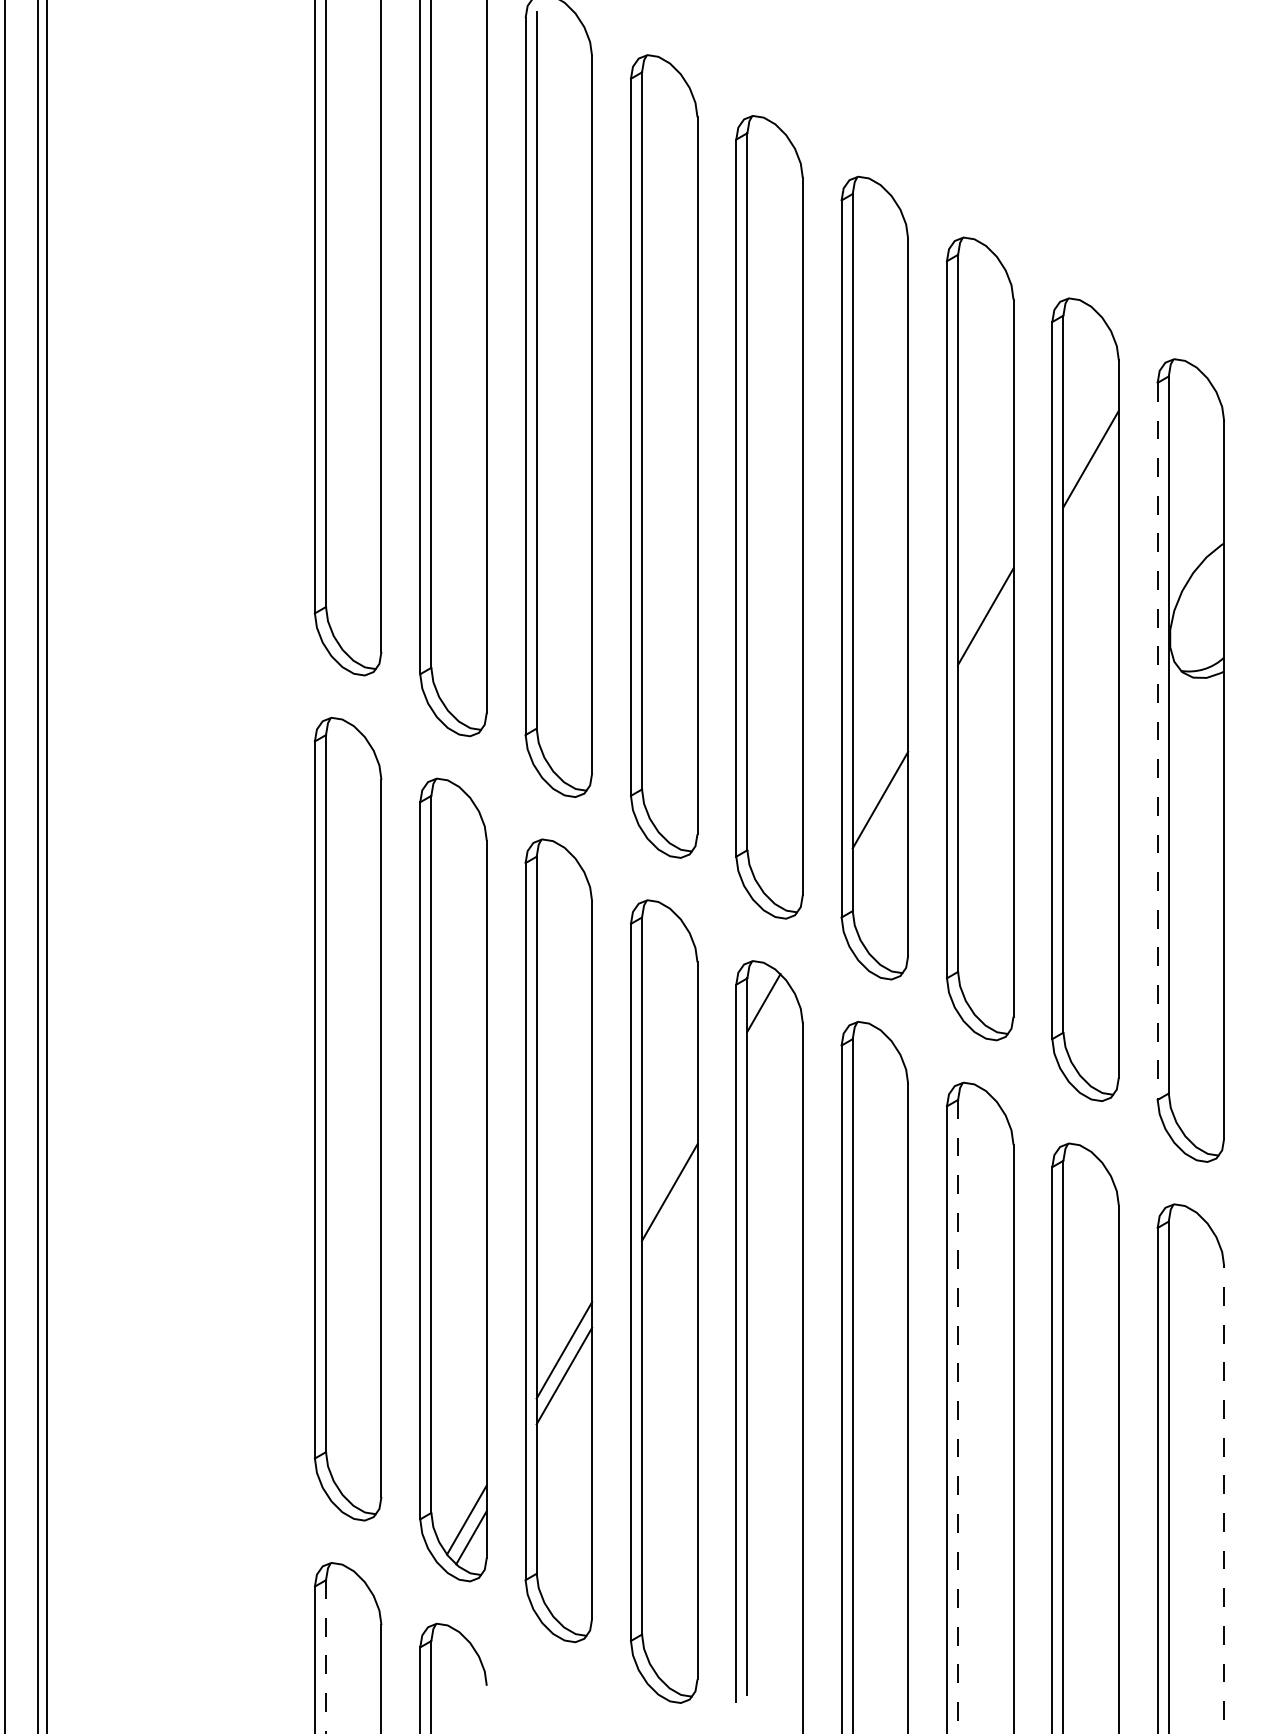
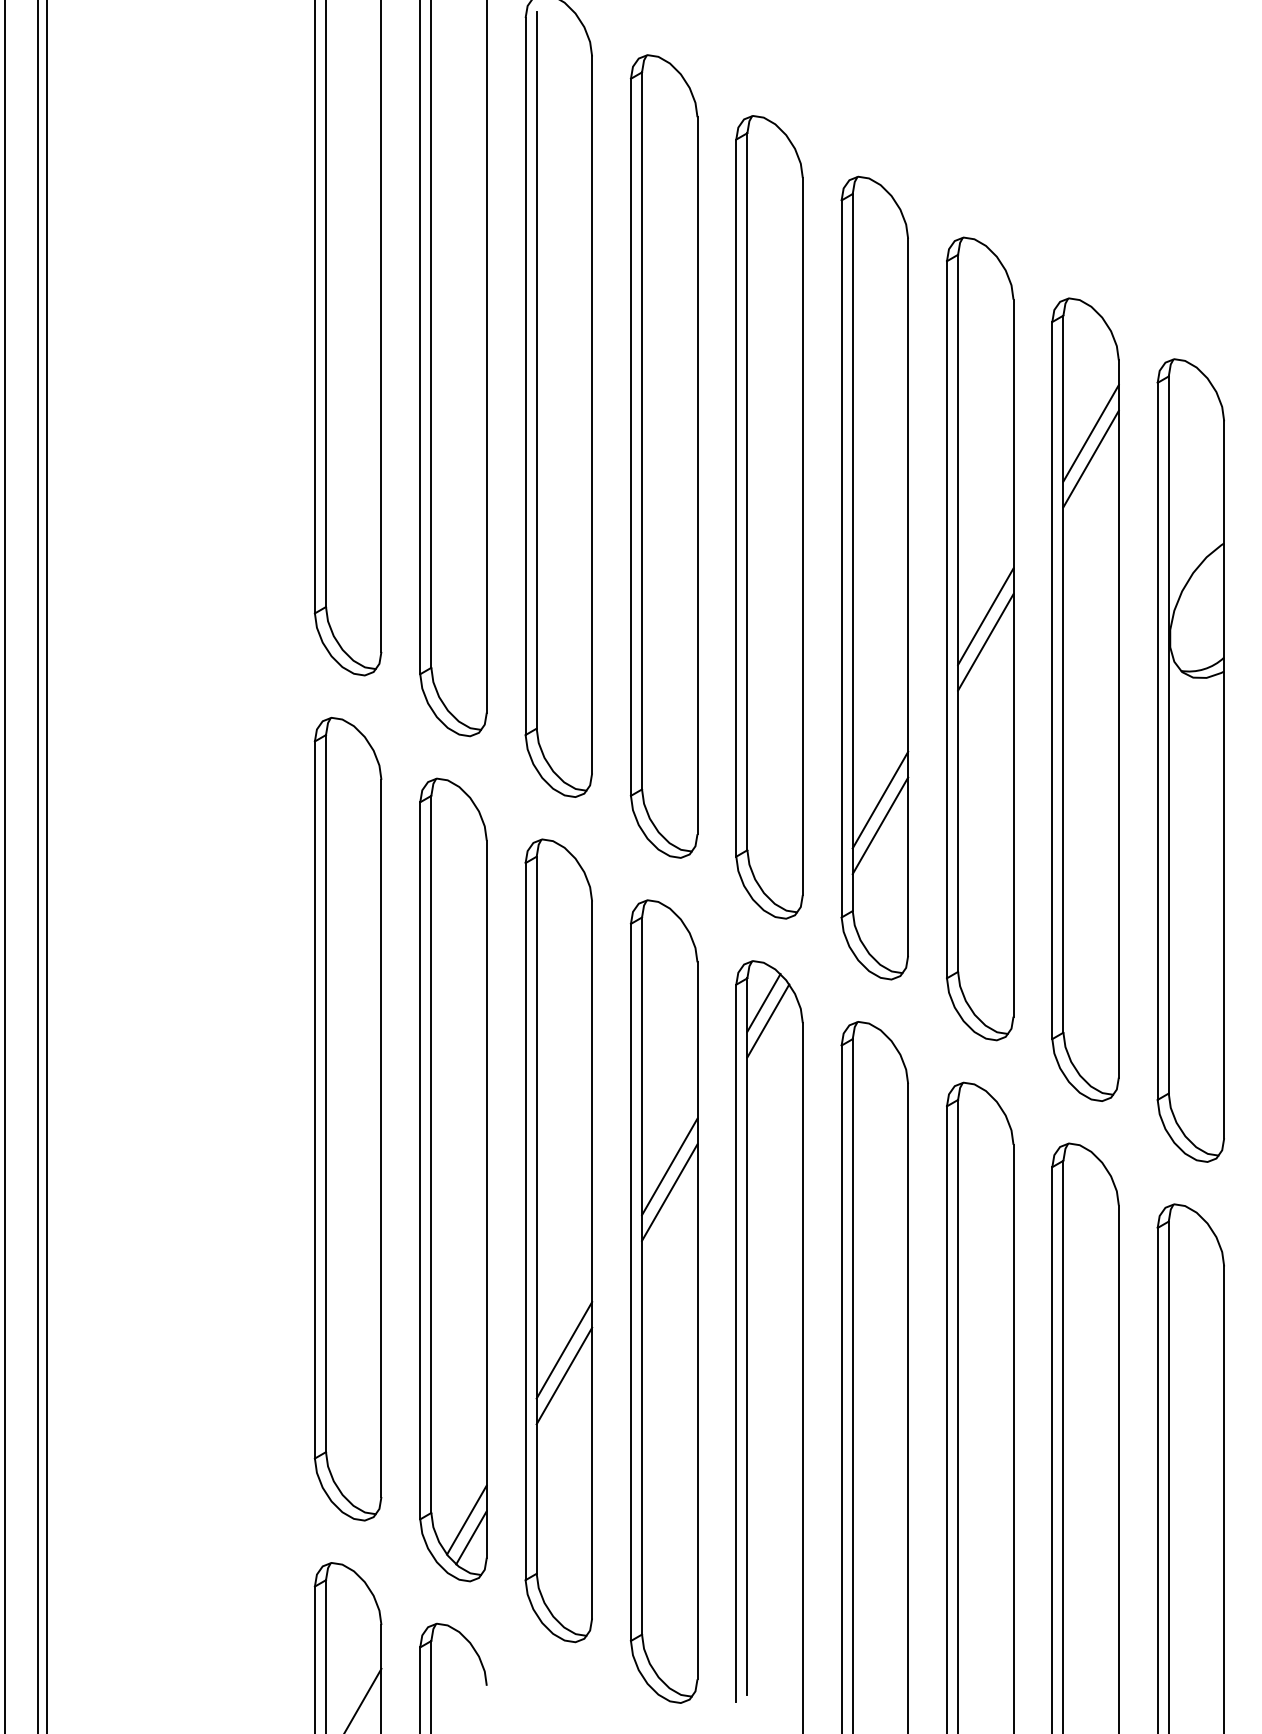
line at (1090, 433): none -> present
line at (985, 642): none -> present
line at (1157, 741): dashed -> solid
line at (880, 825): none -> present
line at (768, 1020): none -> present
line at (669, 1166): none -> present
line at (958, 1416): dashed -> solid
line at (1224, 1500): dashed -> solid
line at (326, 1657): dashed -> solid
line at (363, 1699): none -> present
